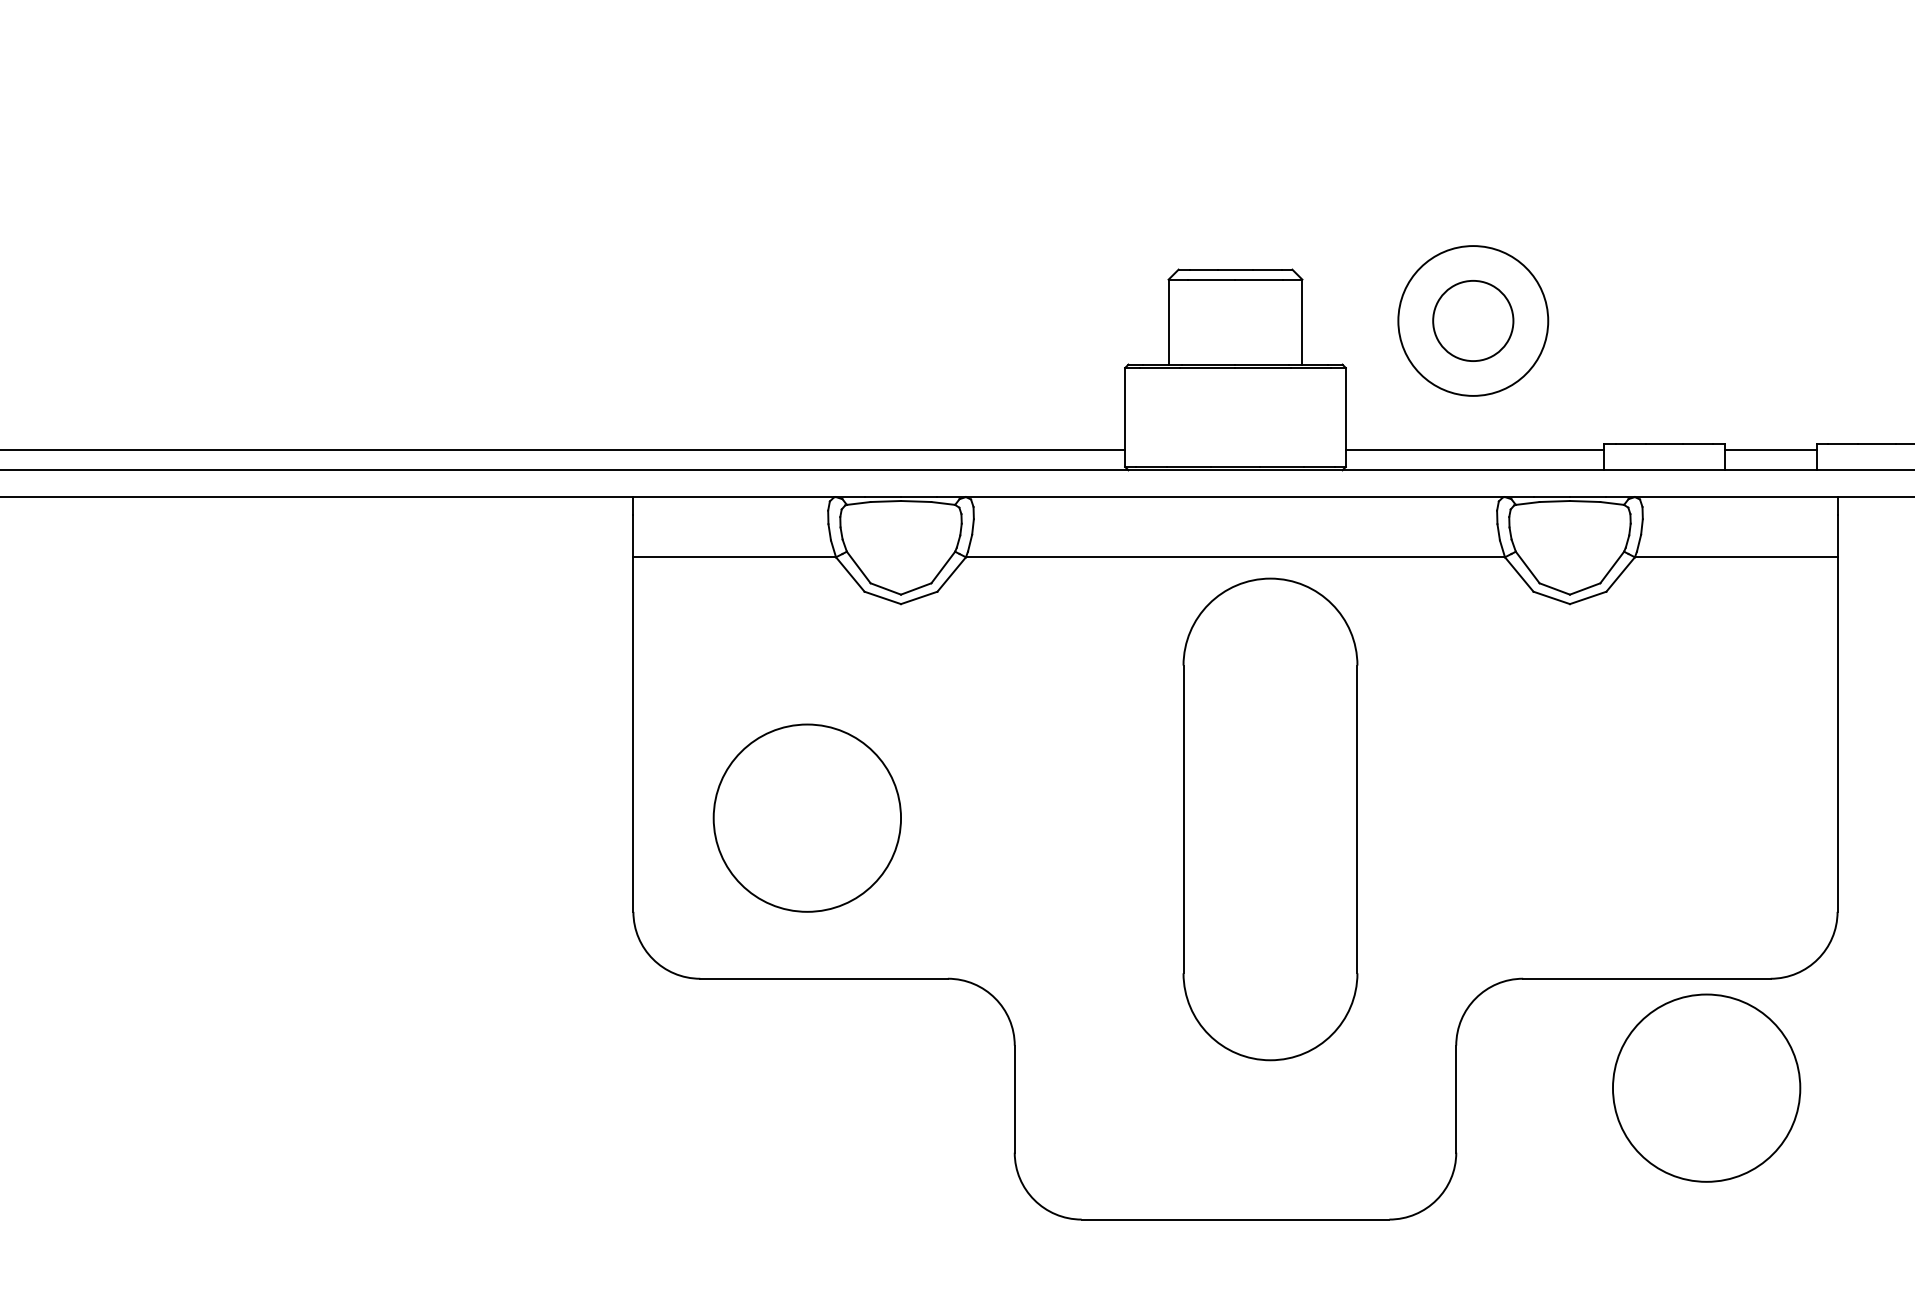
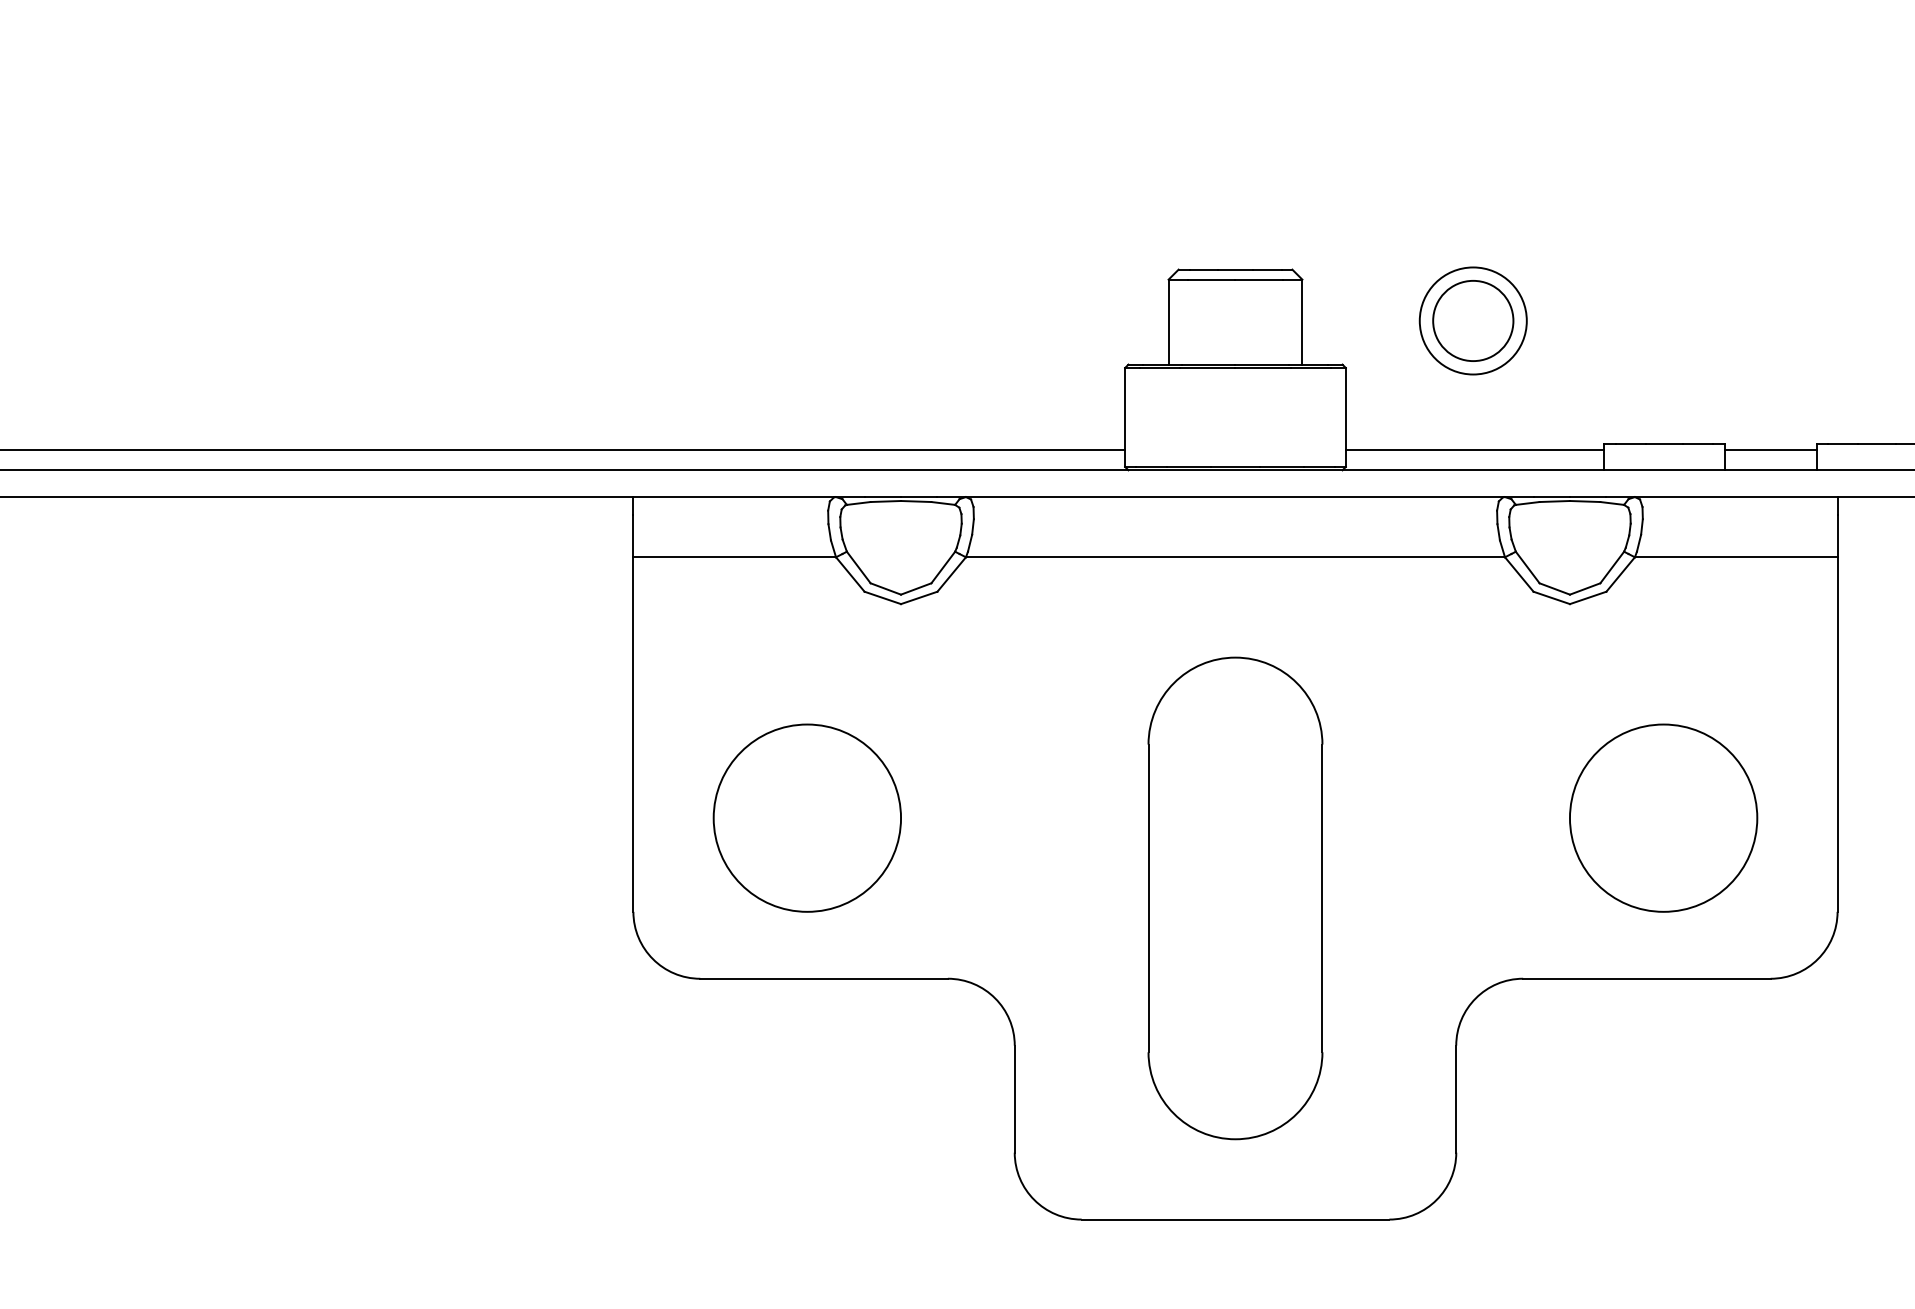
circle at (1473, 320) diameter: 150 px -> 107 px
part at (1270, 819) position: (1270, 819) -> (1235, 898)
circle at (1706, 1087) position: (1706, 1087) -> (1663, 817)
